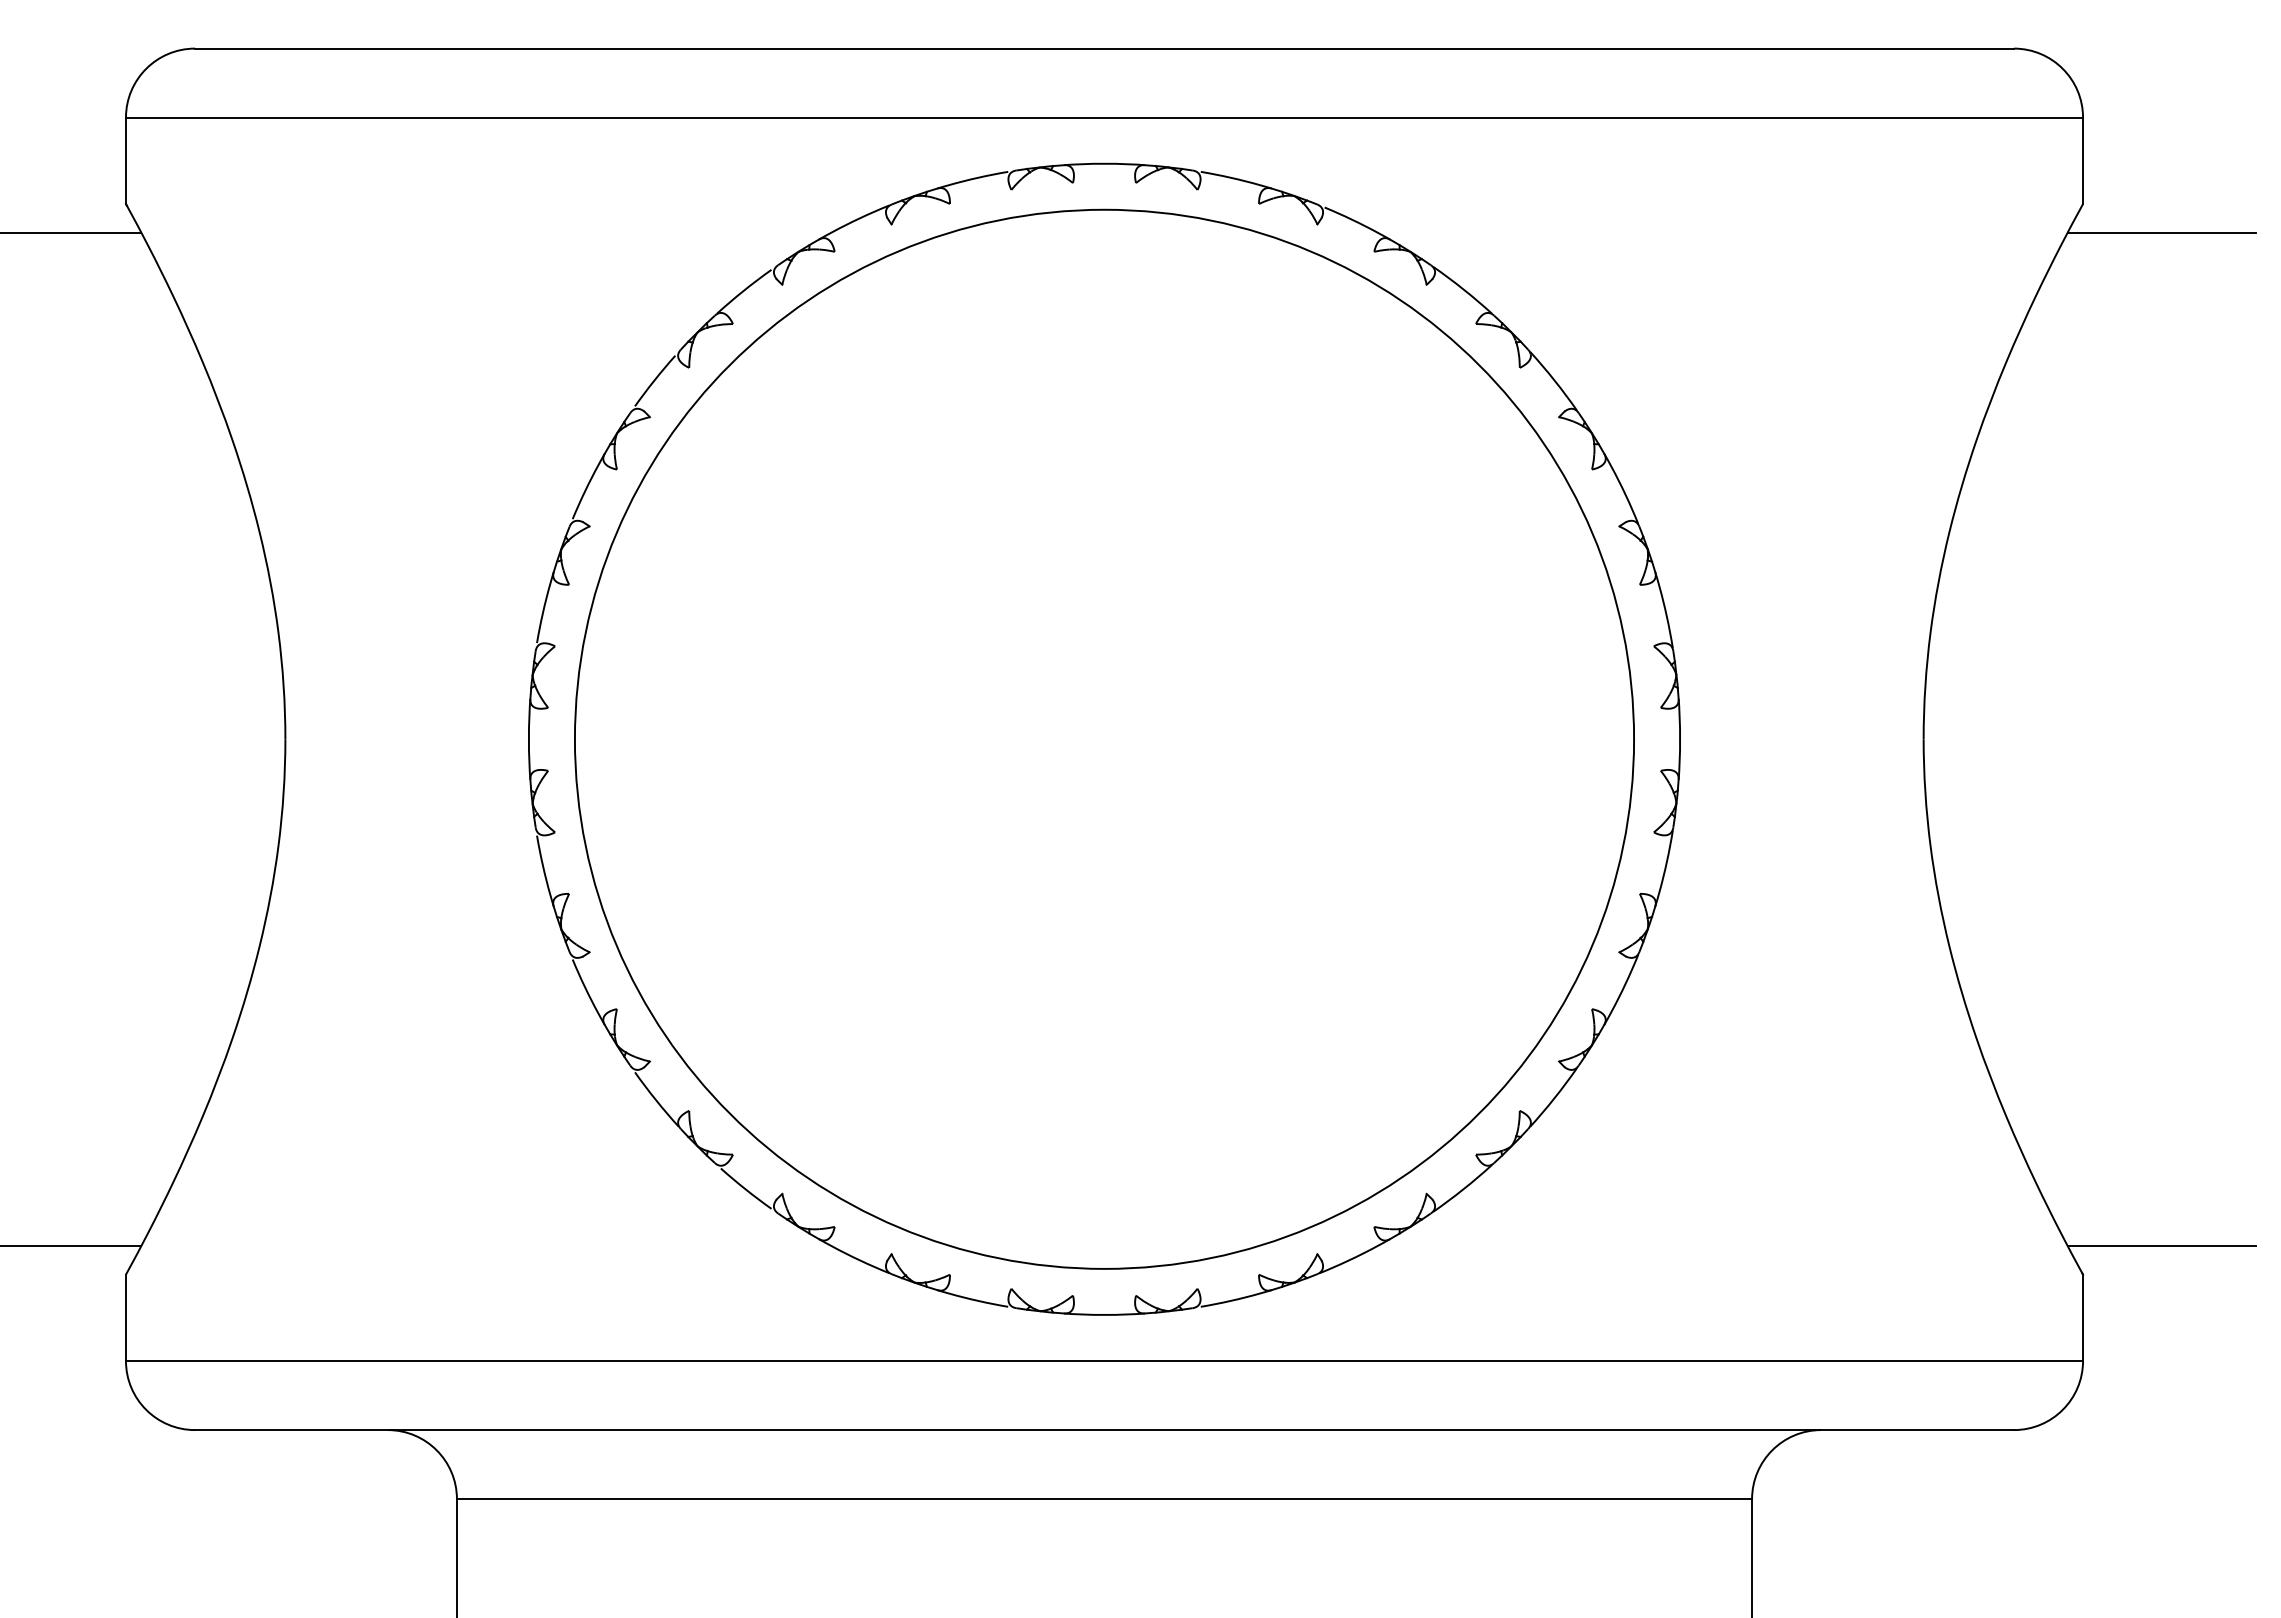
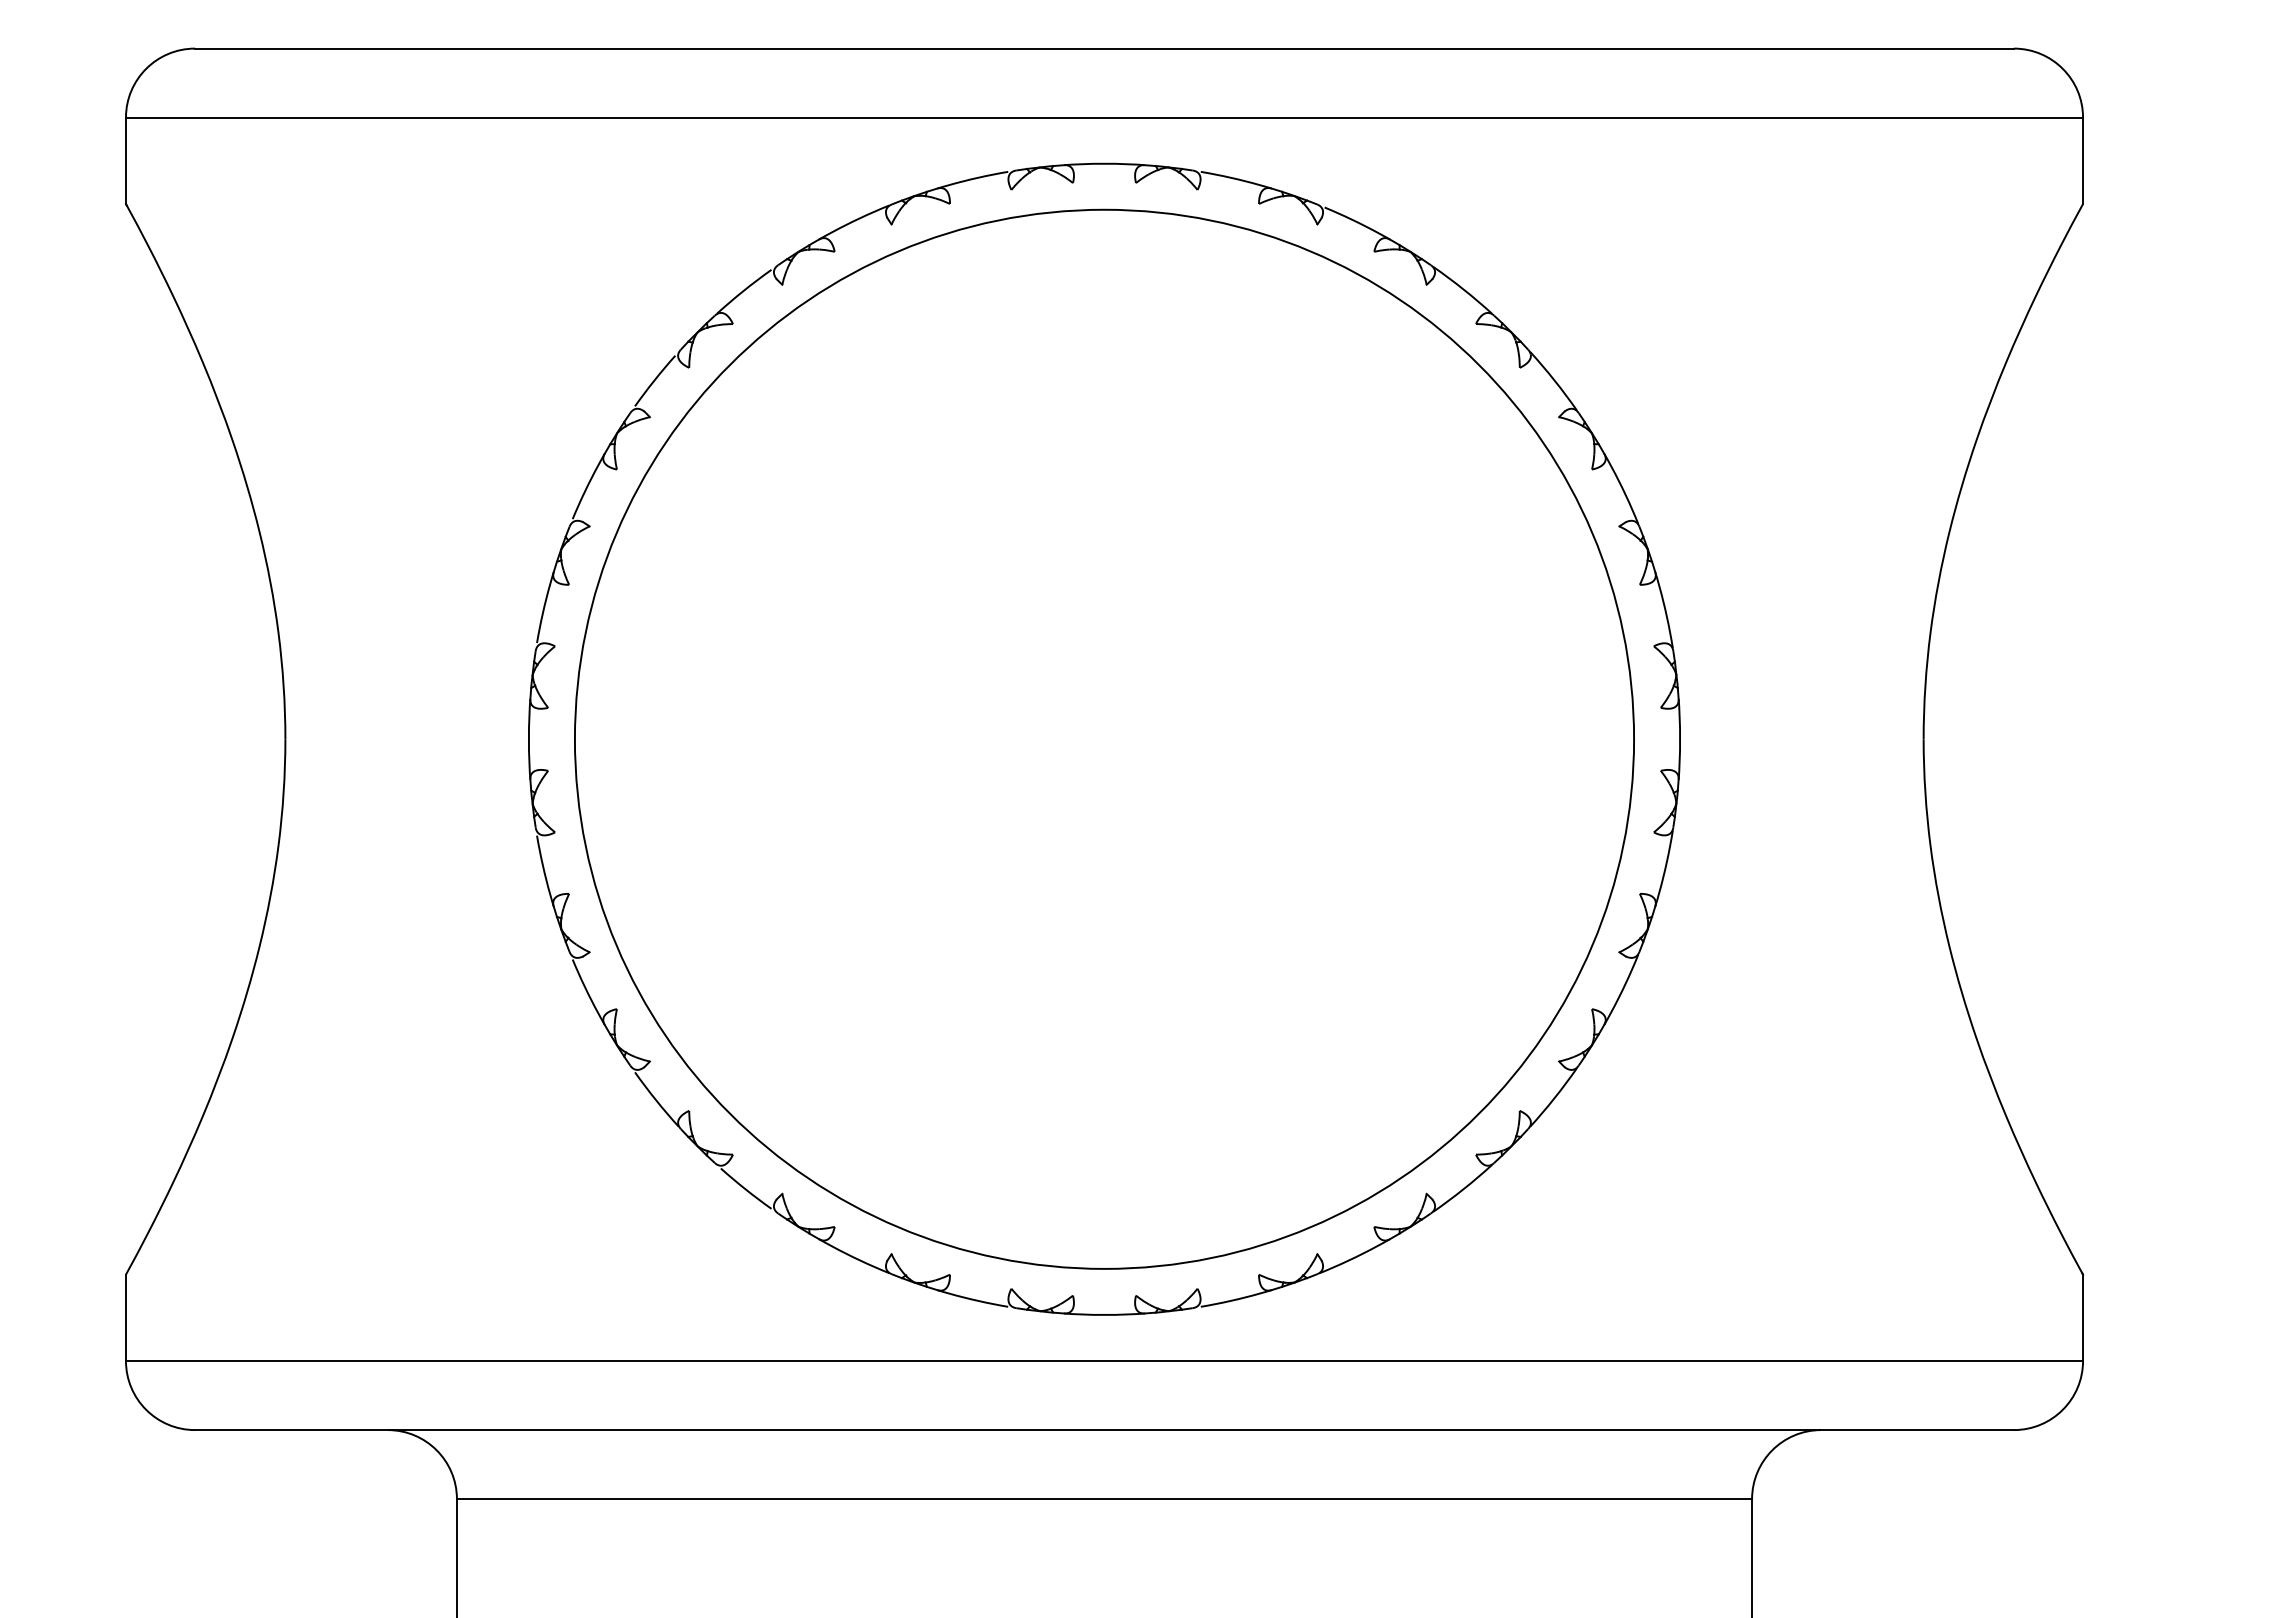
line at (71, 232): present -> none
line at (2161, 232): present -> none
line at (71, 1245): present -> none
line at (2161, 1245): present -> none
